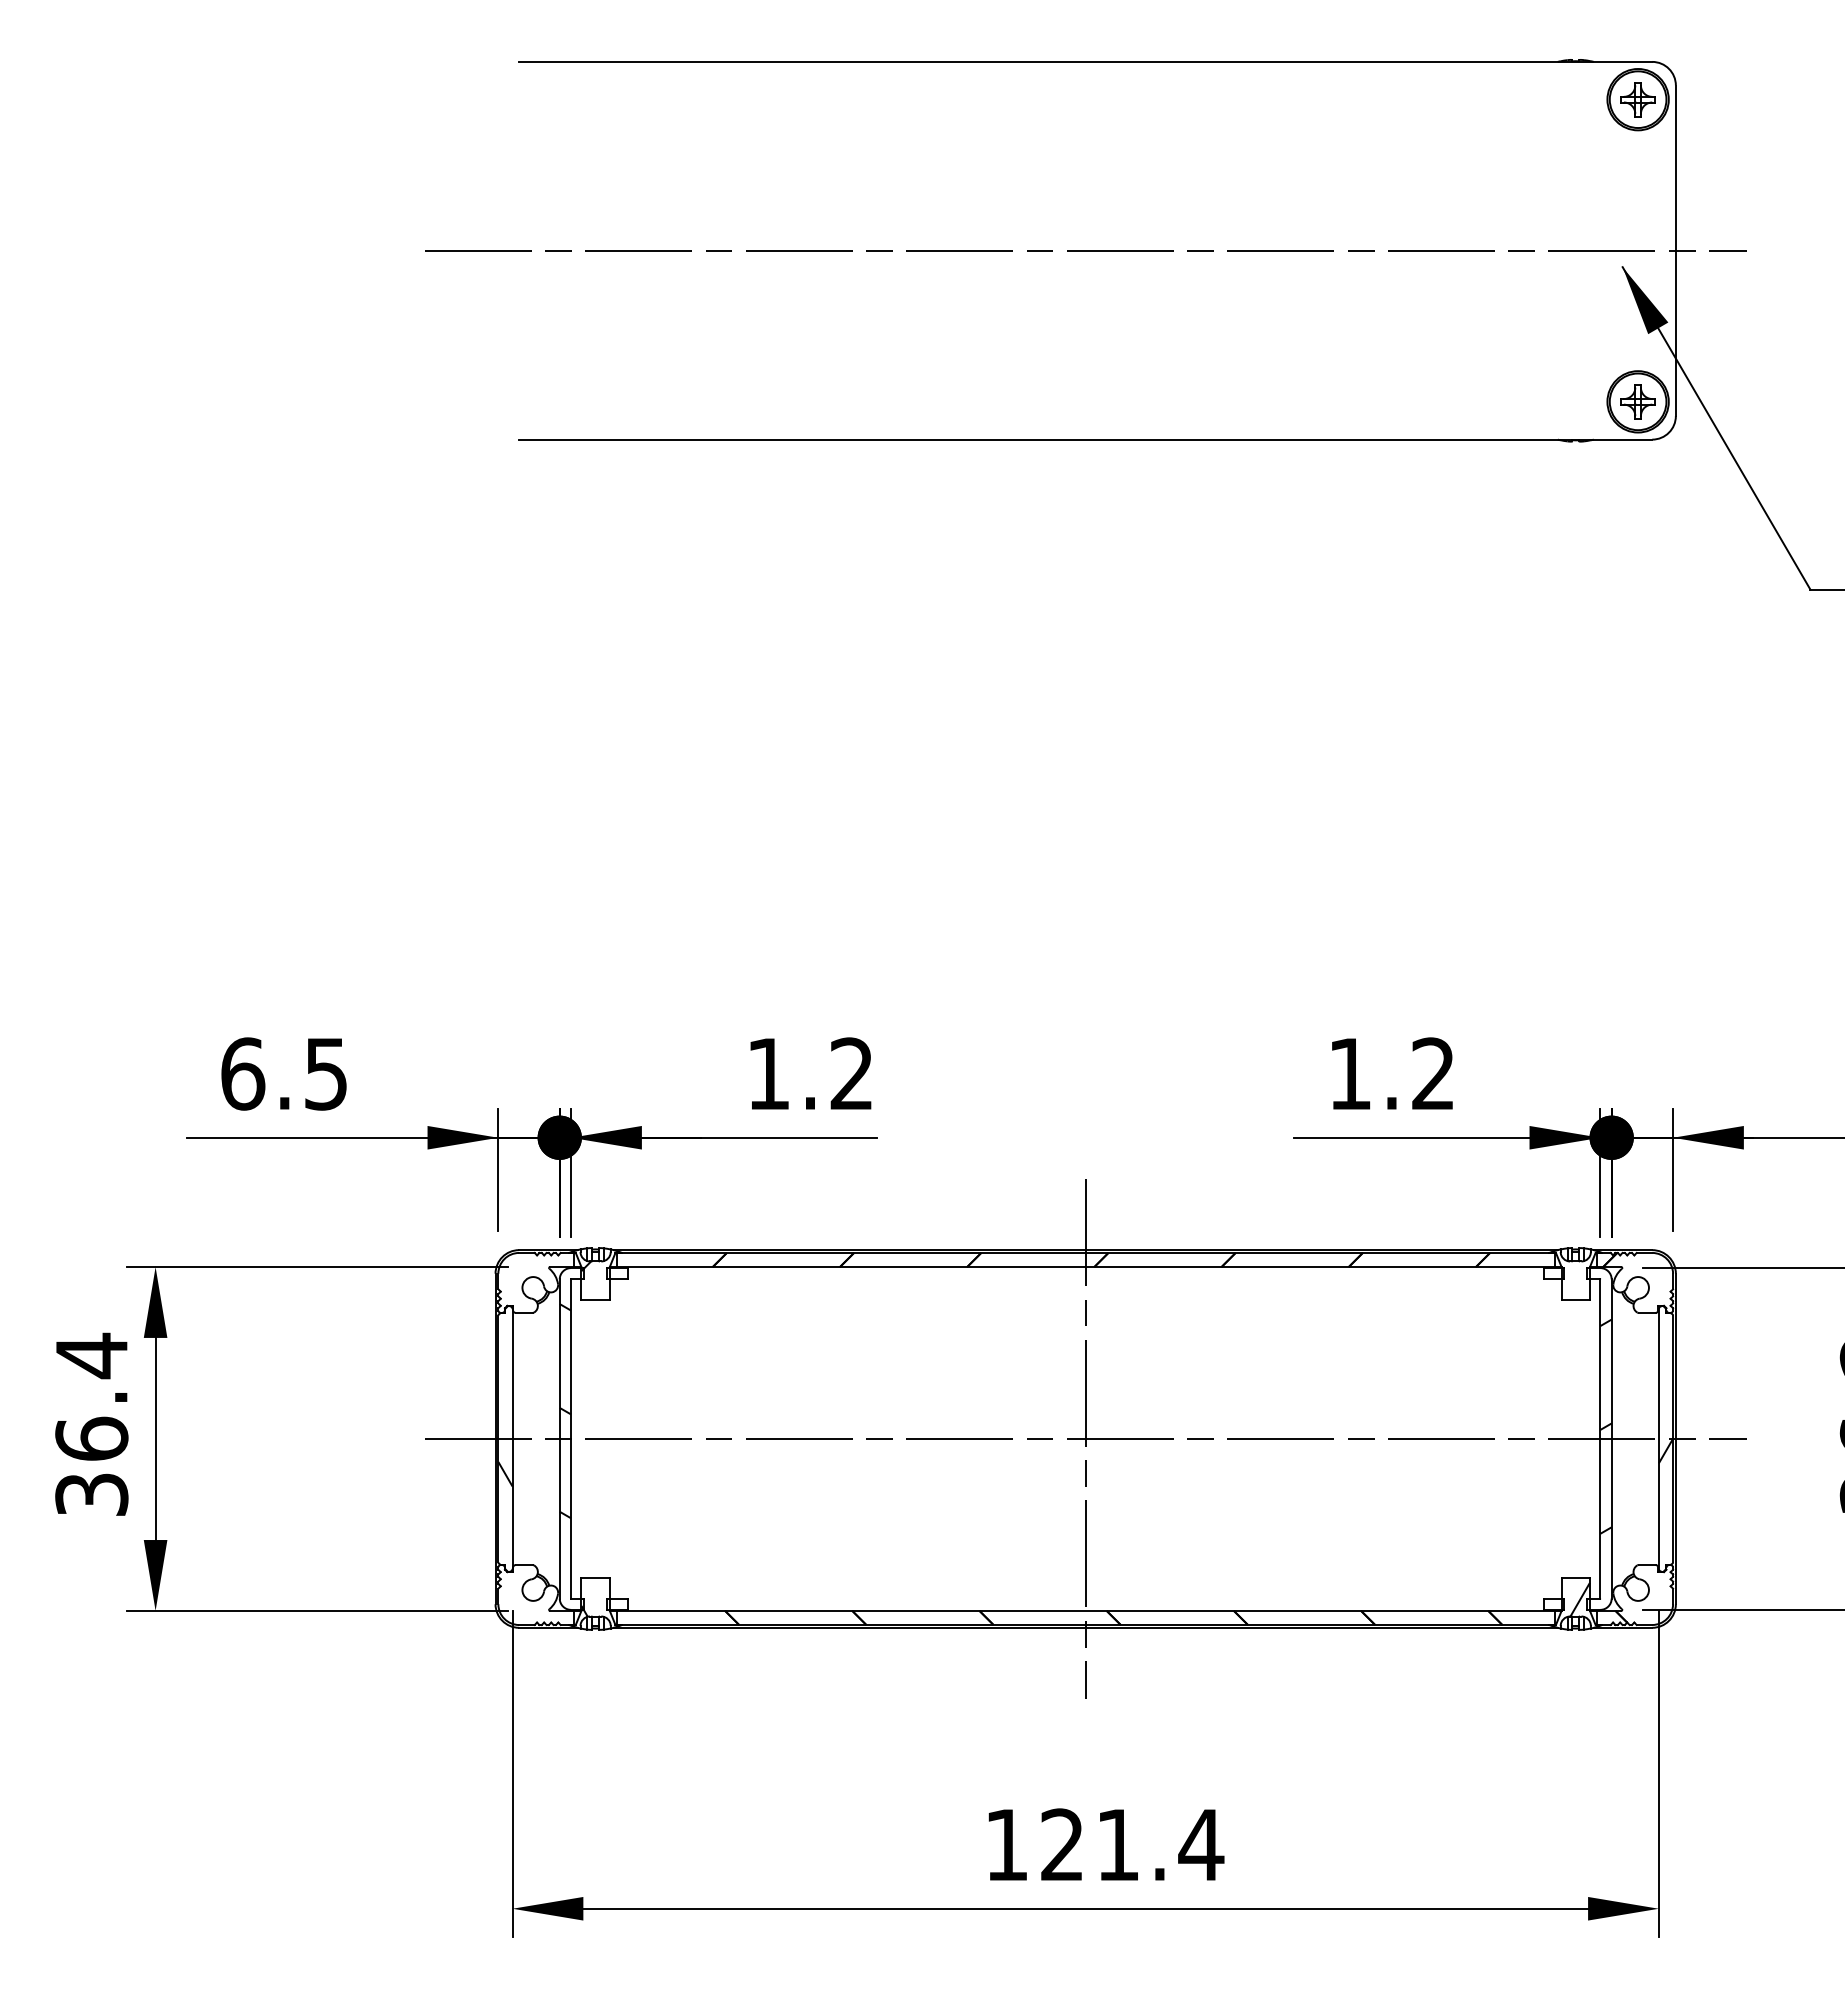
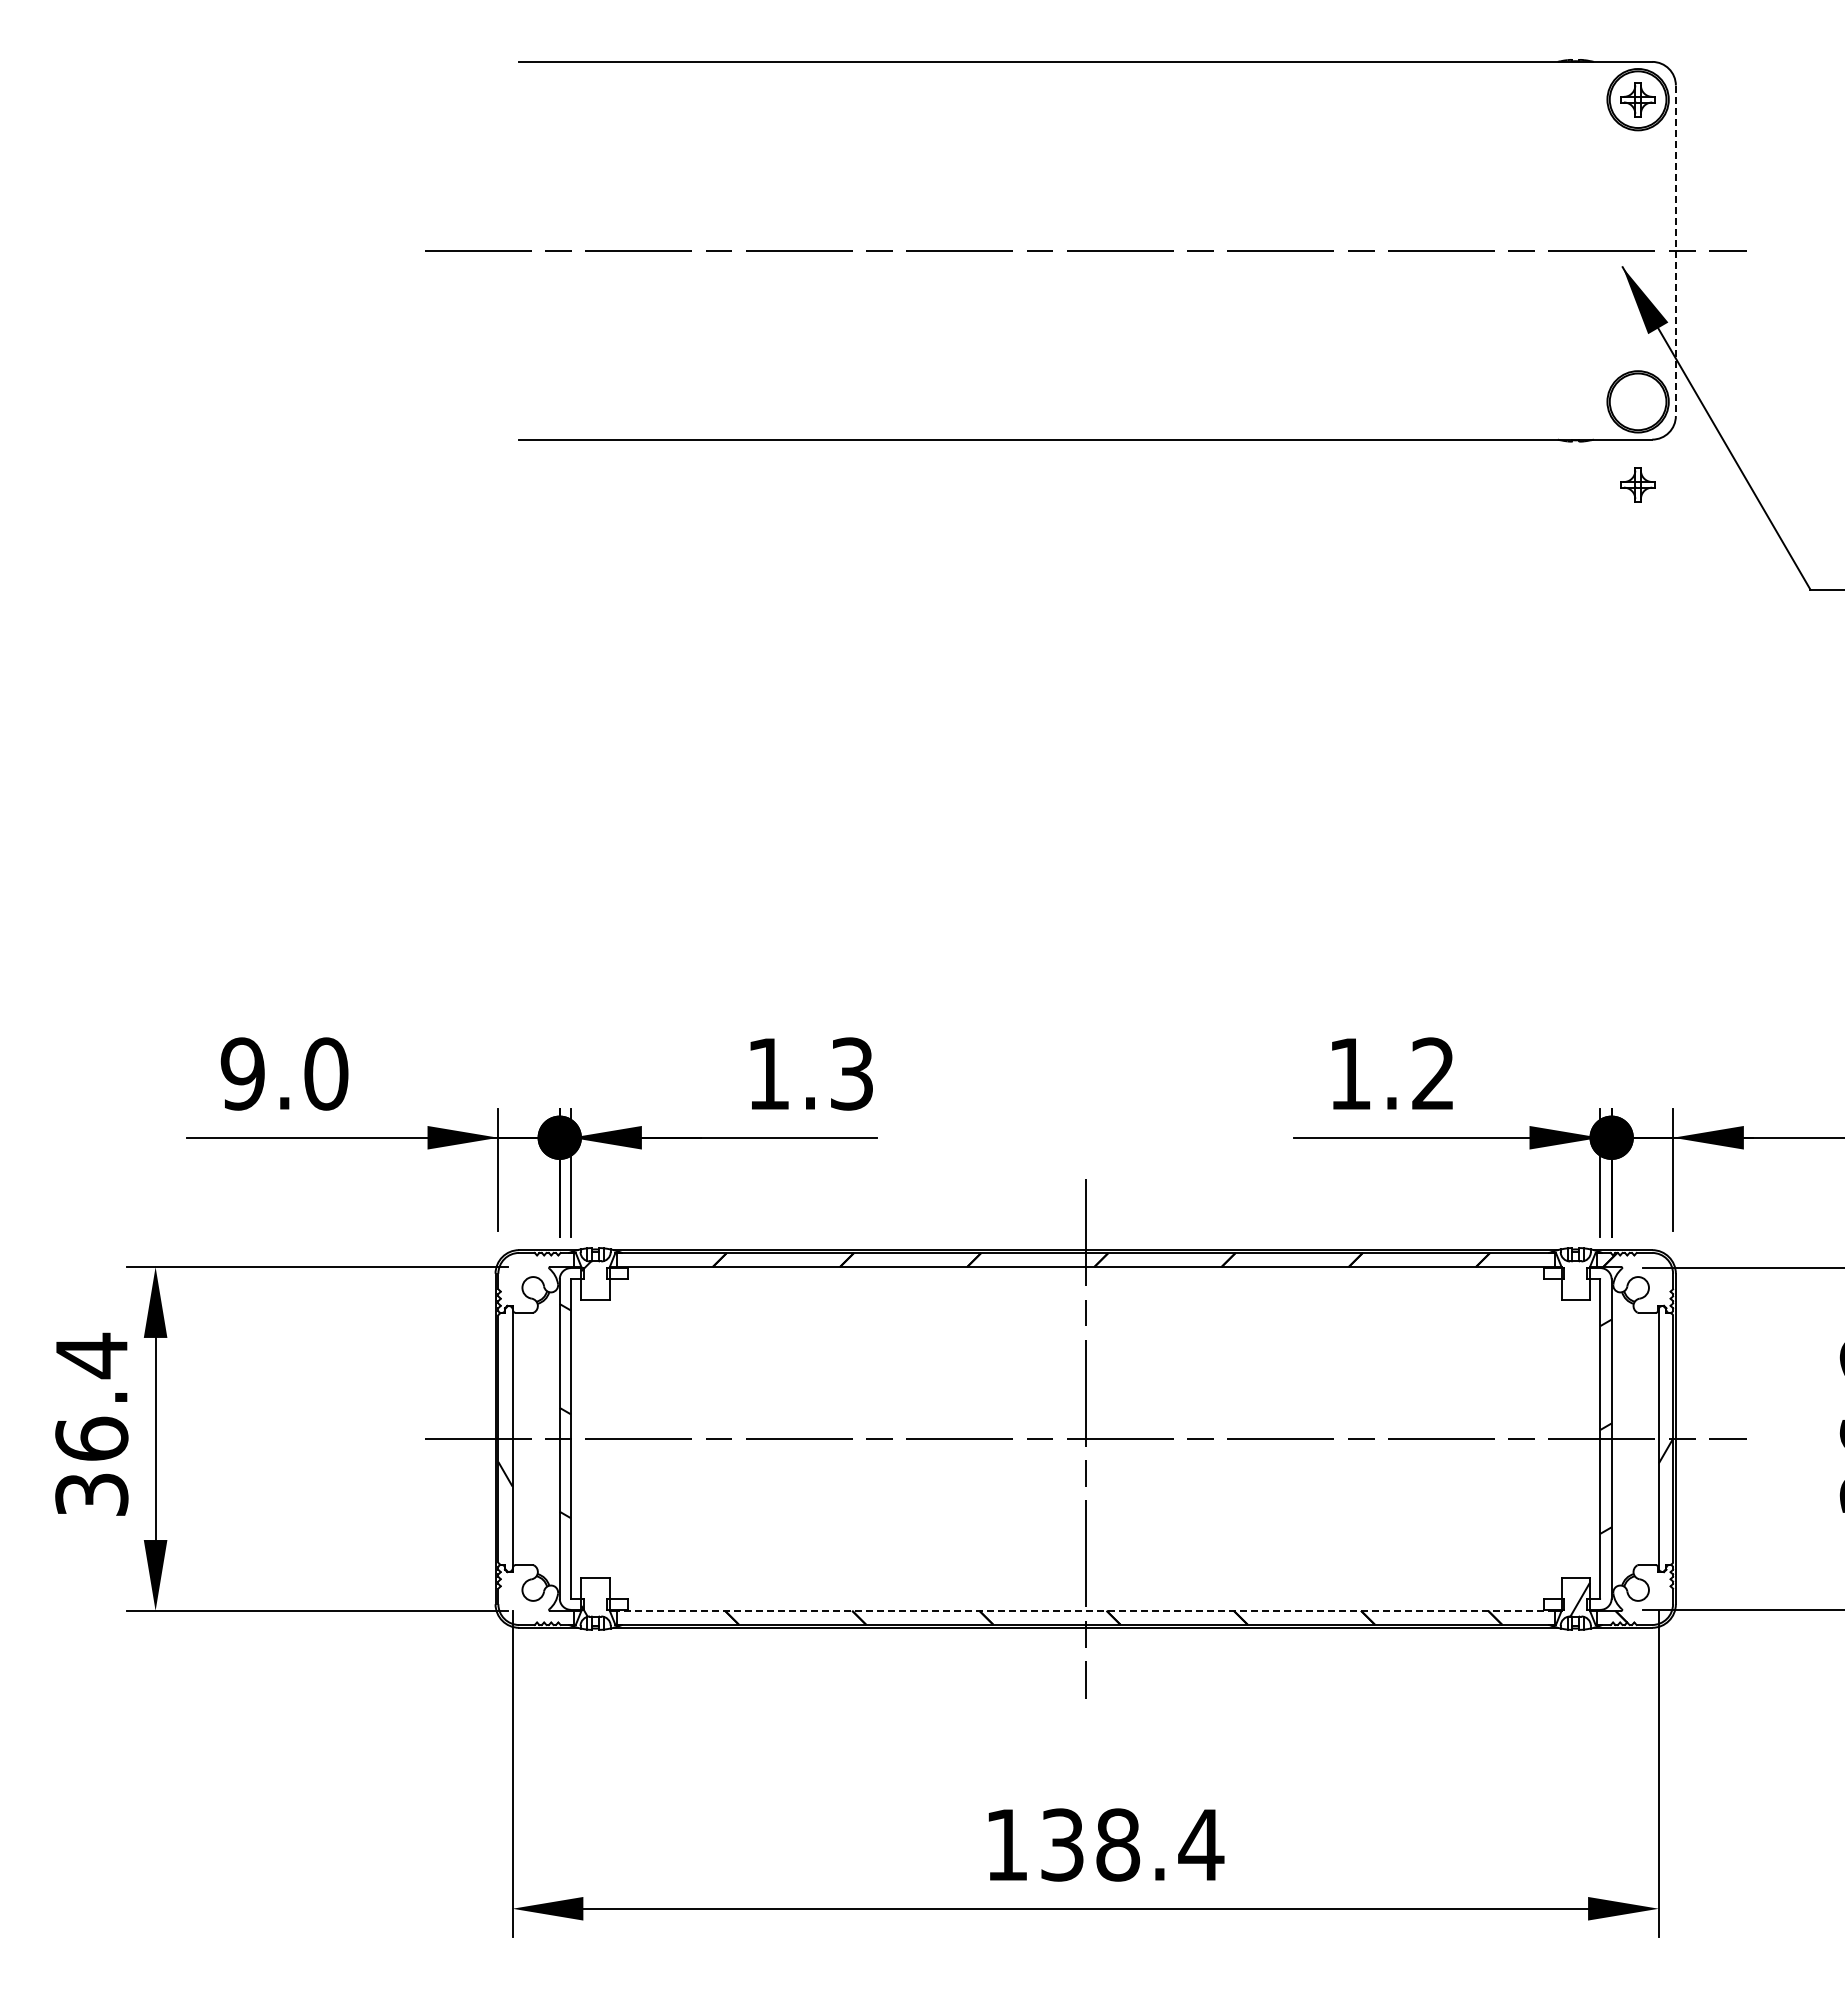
line at (1675, 251): solid -> dashed
part at (1637, 401) position: (1637, 401) -> (1637, 484)
text at (284, 1073): 6.5 -> 9.0
text at (851, 1073): 1.2 -> 1.3
line at (1085, 1610): solid -> dashed
text at (1090, 1844): 121.4 -> 138.4
